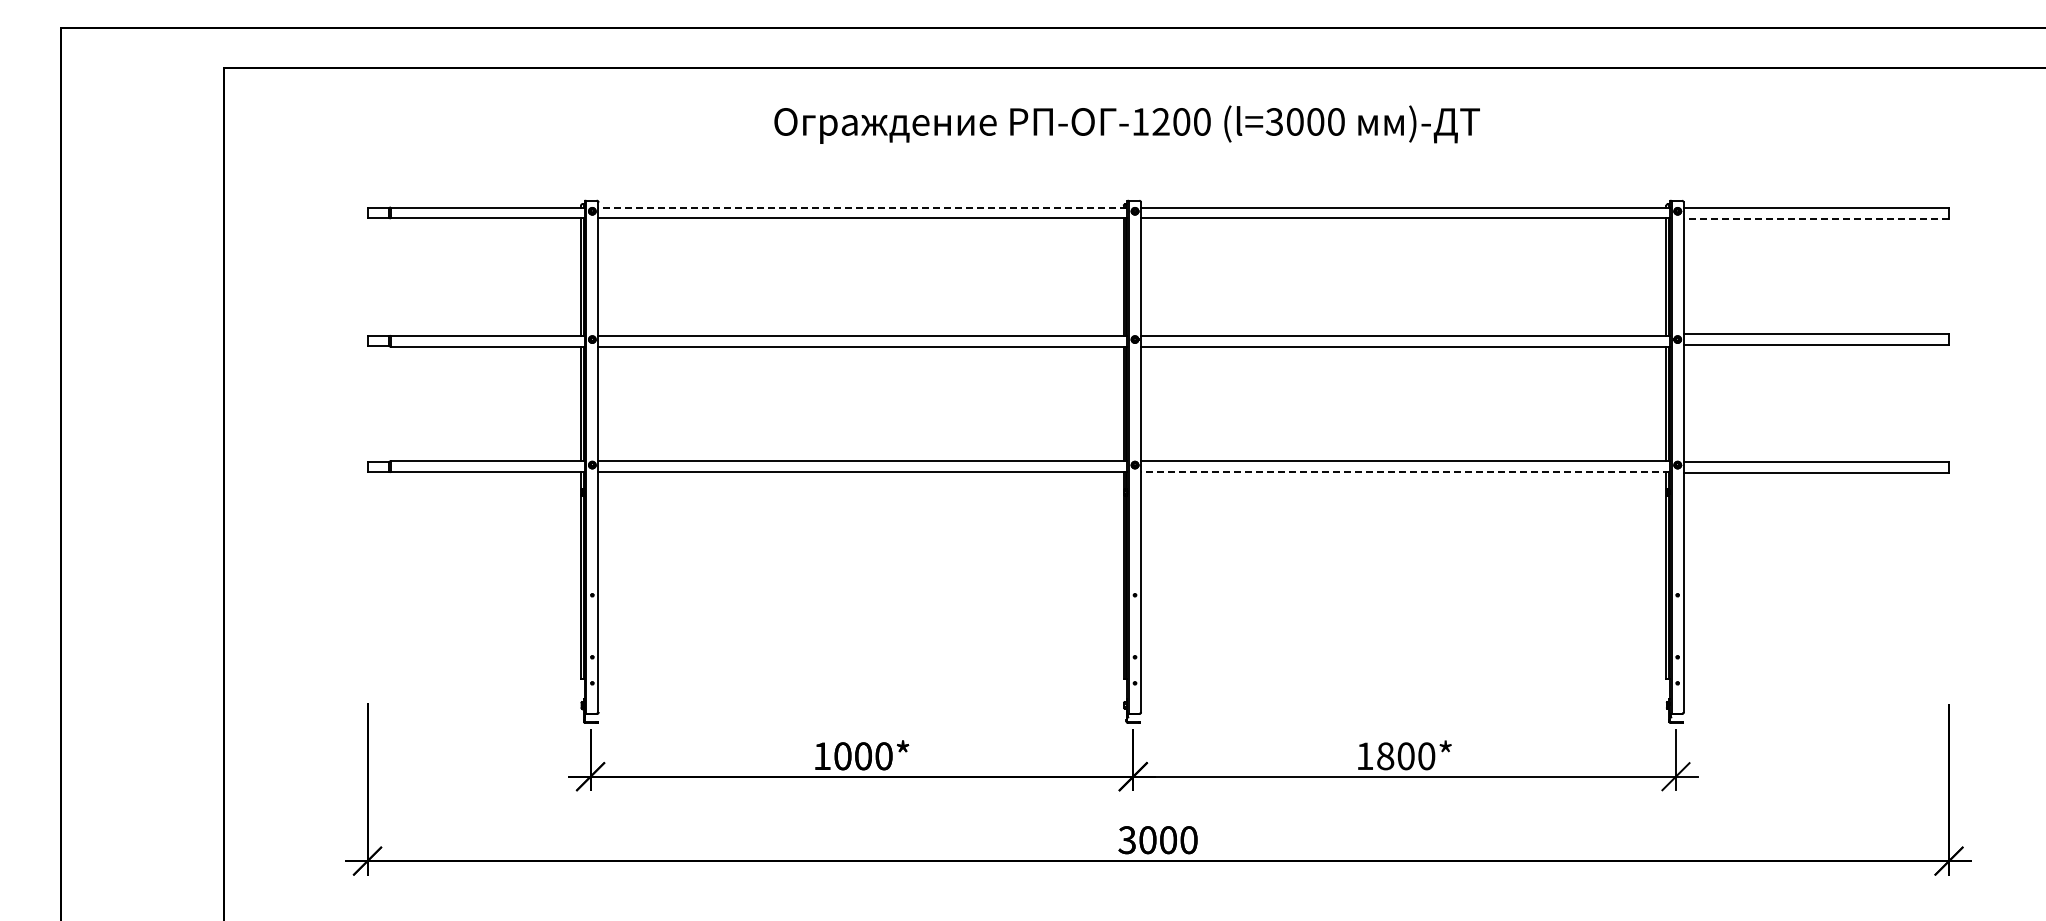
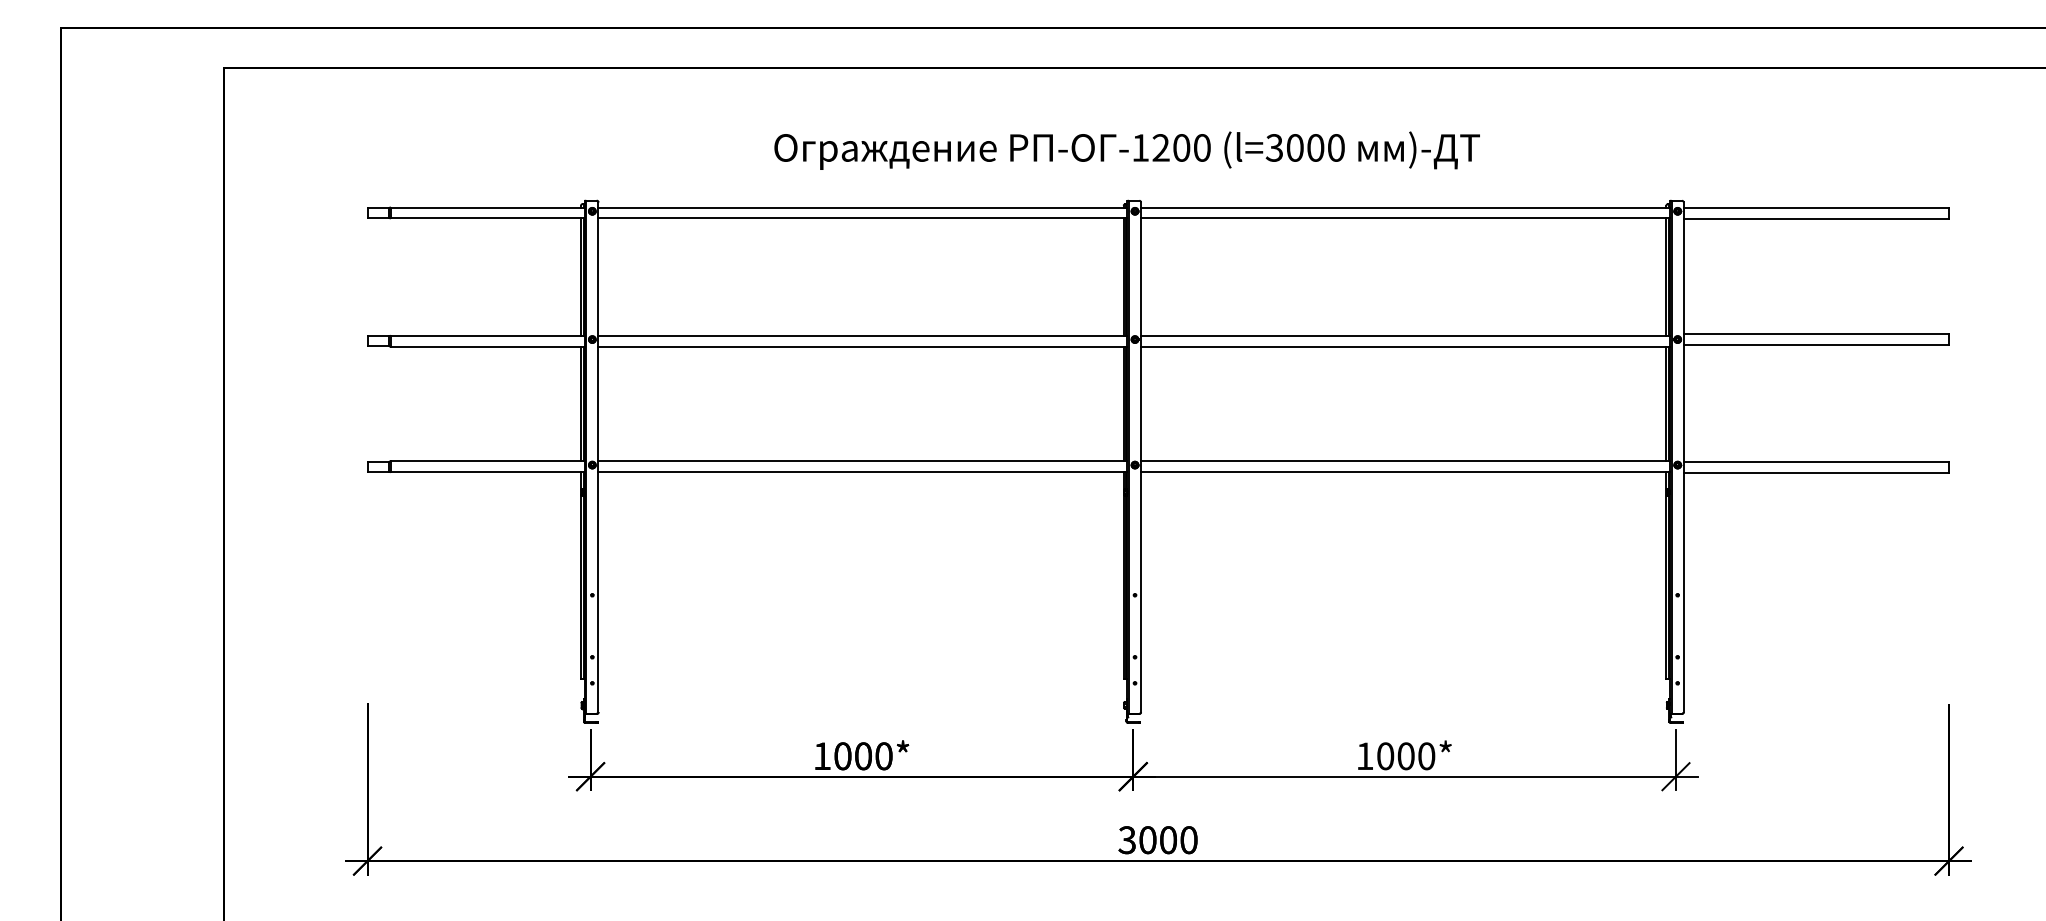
text at (1126, 124) position: (1126, 124) -> (1126, 150)
line at (862, 207): dashed -> solid
line at (1816, 219): dashed -> solid
line at (1405, 472): dashed -> solid
text at (1385, 756): 1800* -> 1000*
